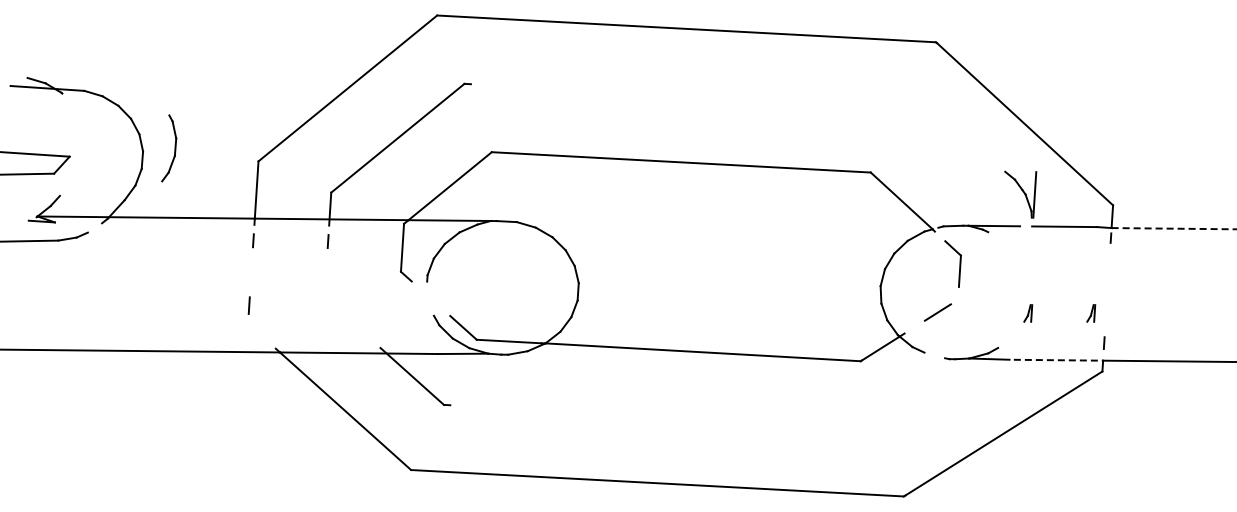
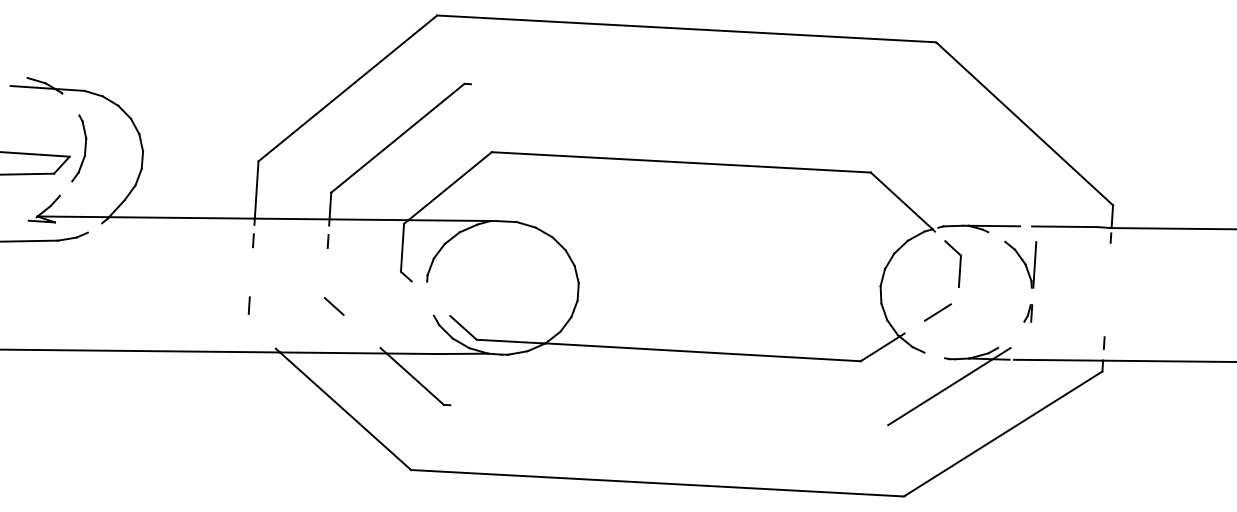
part at (169, 148) position: (169, 148) -> (79, 148)
part at (1020, 194) position: (1020, 194) -> (1020, 264)
line at (1174, 228): dashed -> solid
line at (333, 306): none -> present
part at (1091, 313): present -> none
line at (1058, 360): dashed -> solid
line at (949, 386): none -> present
